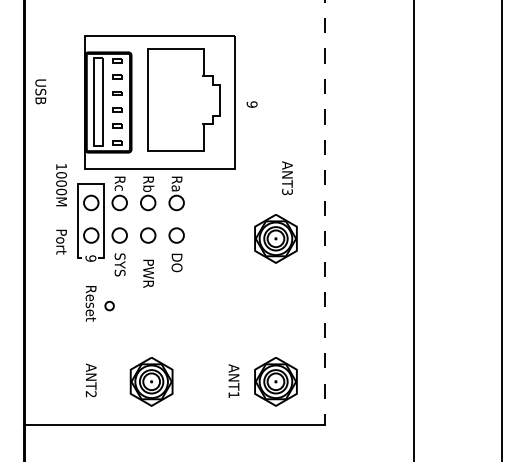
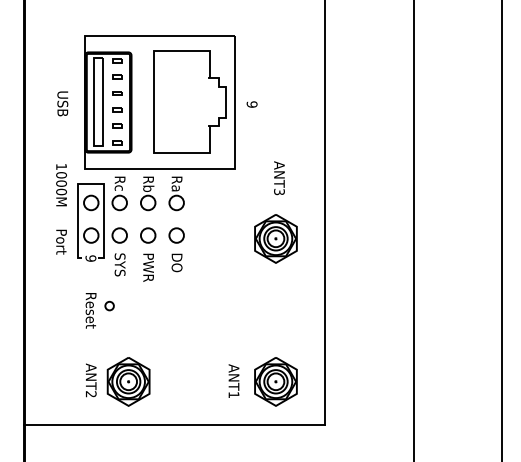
text at (40, 91) position: (40, 91) -> (62, 103)
part at (183, 99) position: (183, 99) -> (189, 101)
text at (287, 178) position: (287, 178) -> (279, 178)
line at (325, 213): dashed -> solid
text at (148, 273) position: (148, 273) -> (148, 267)
text at (90, 303) position: (90, 303) -> (90, 310)
part at (151, 381) position: (151, 381) -> (128, 381)
